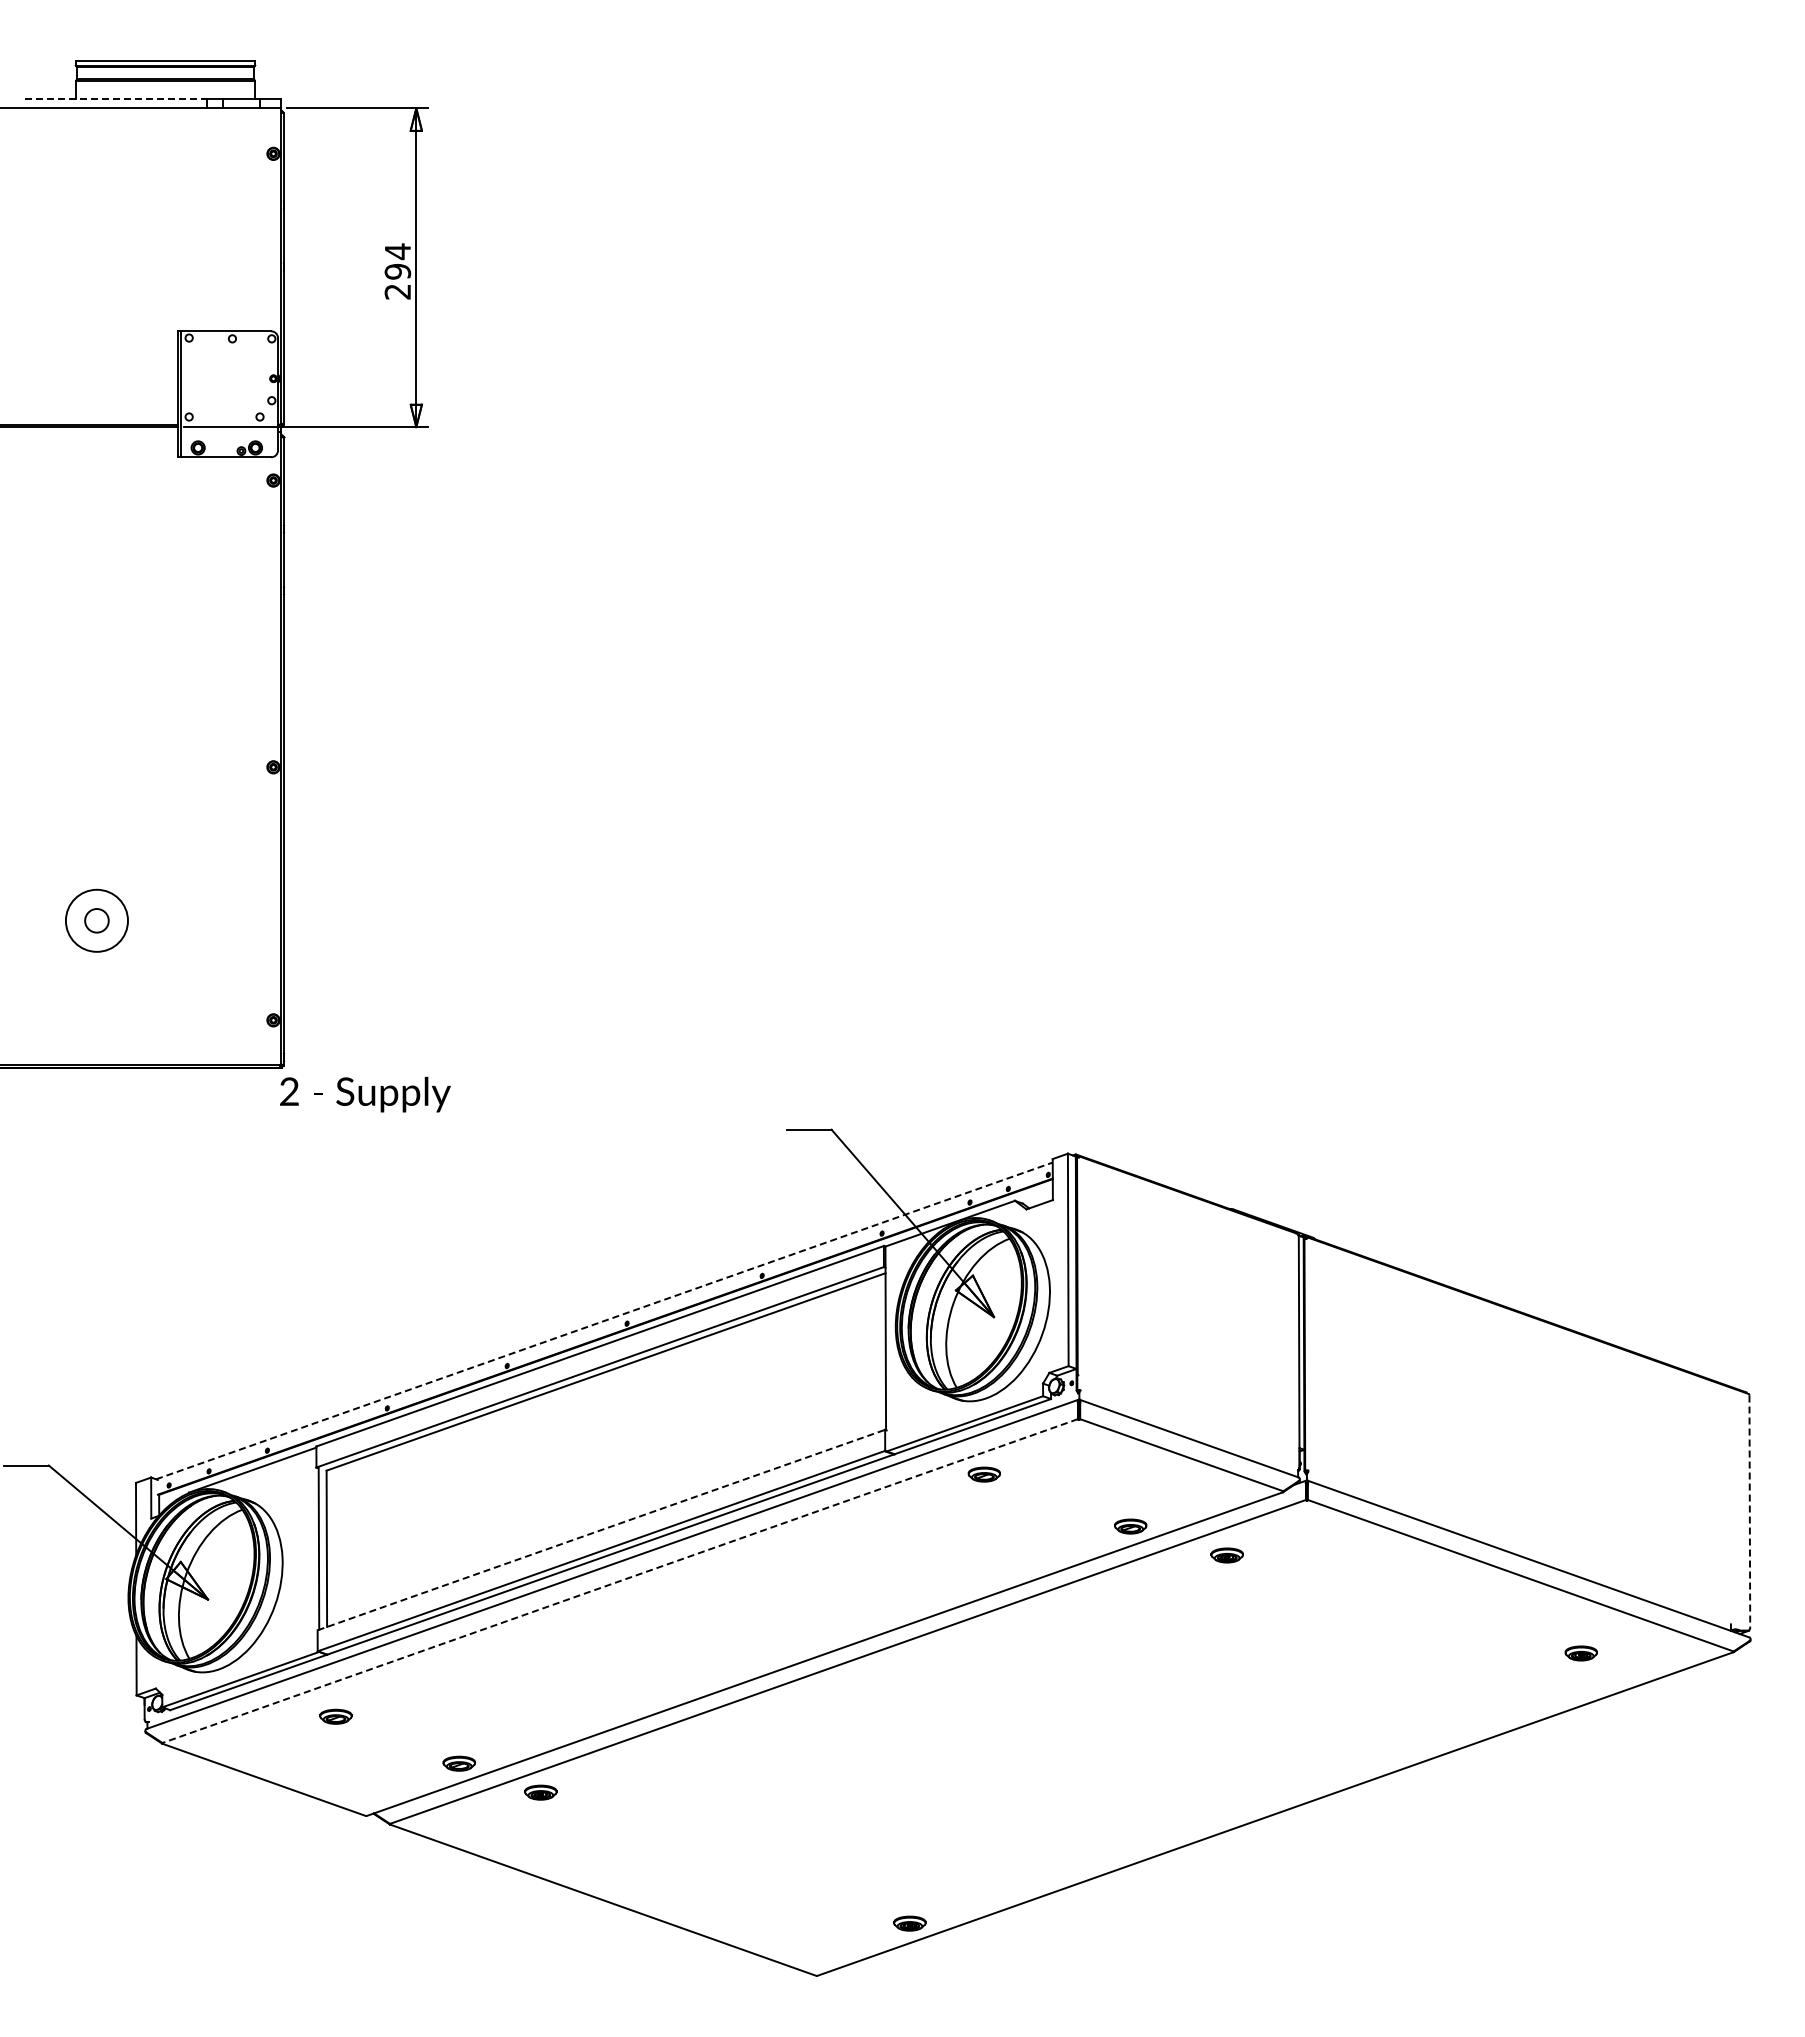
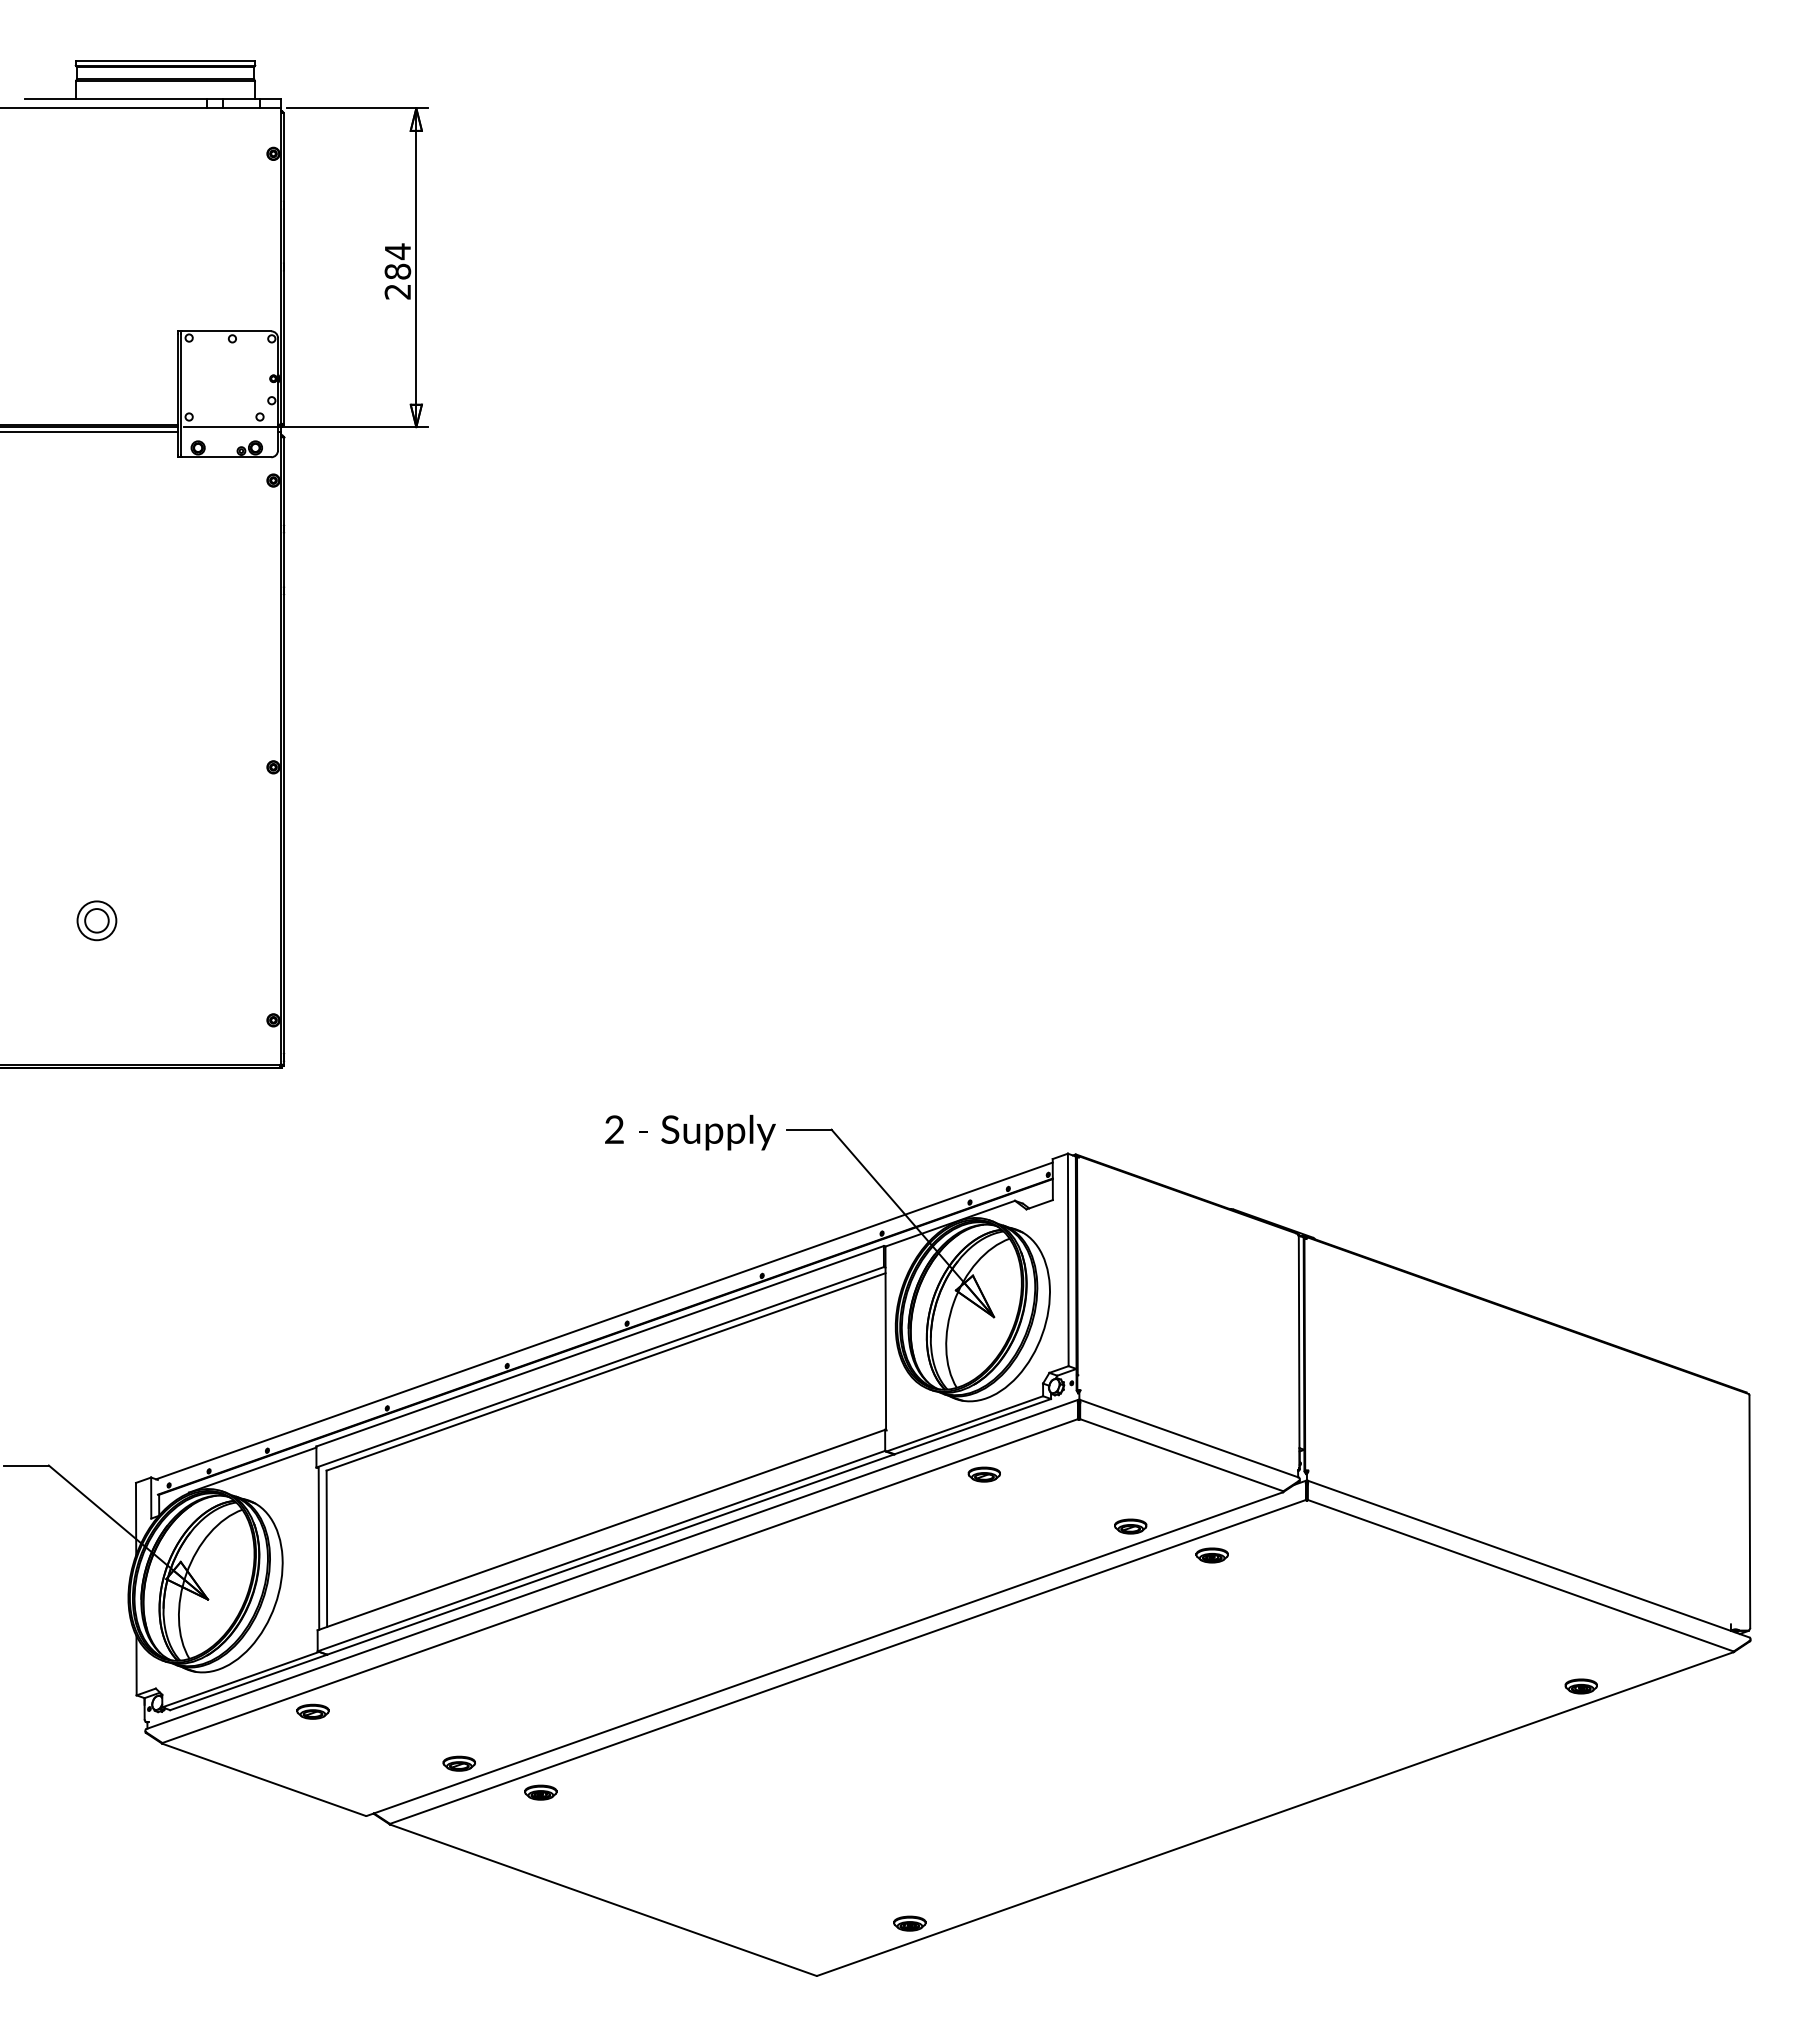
line at (116, 98): dashed -> solid
text at (397, 271): 294 -> 284
line at (90, 432): none -> present
circle at (96, 920) diameter: 62 px -> 39 px
text at (365, 1094) position: (365, 1094) -> (690, 1132)
line at (604, 1320): dashed -> solid
line at (1749, 1512): dashed -> solid
line at (601, 1530): dashed -> solid
part at (1226, 1555) position: (1226, 1555) -> (1211, 1555)
line at (620, 1581): dashed -> solid
part at (1580, 1653) position: (1580, 1653) -> (1580, 1686)
part at (335, 1716) position: (335, 1716) -> (312, 1711)
